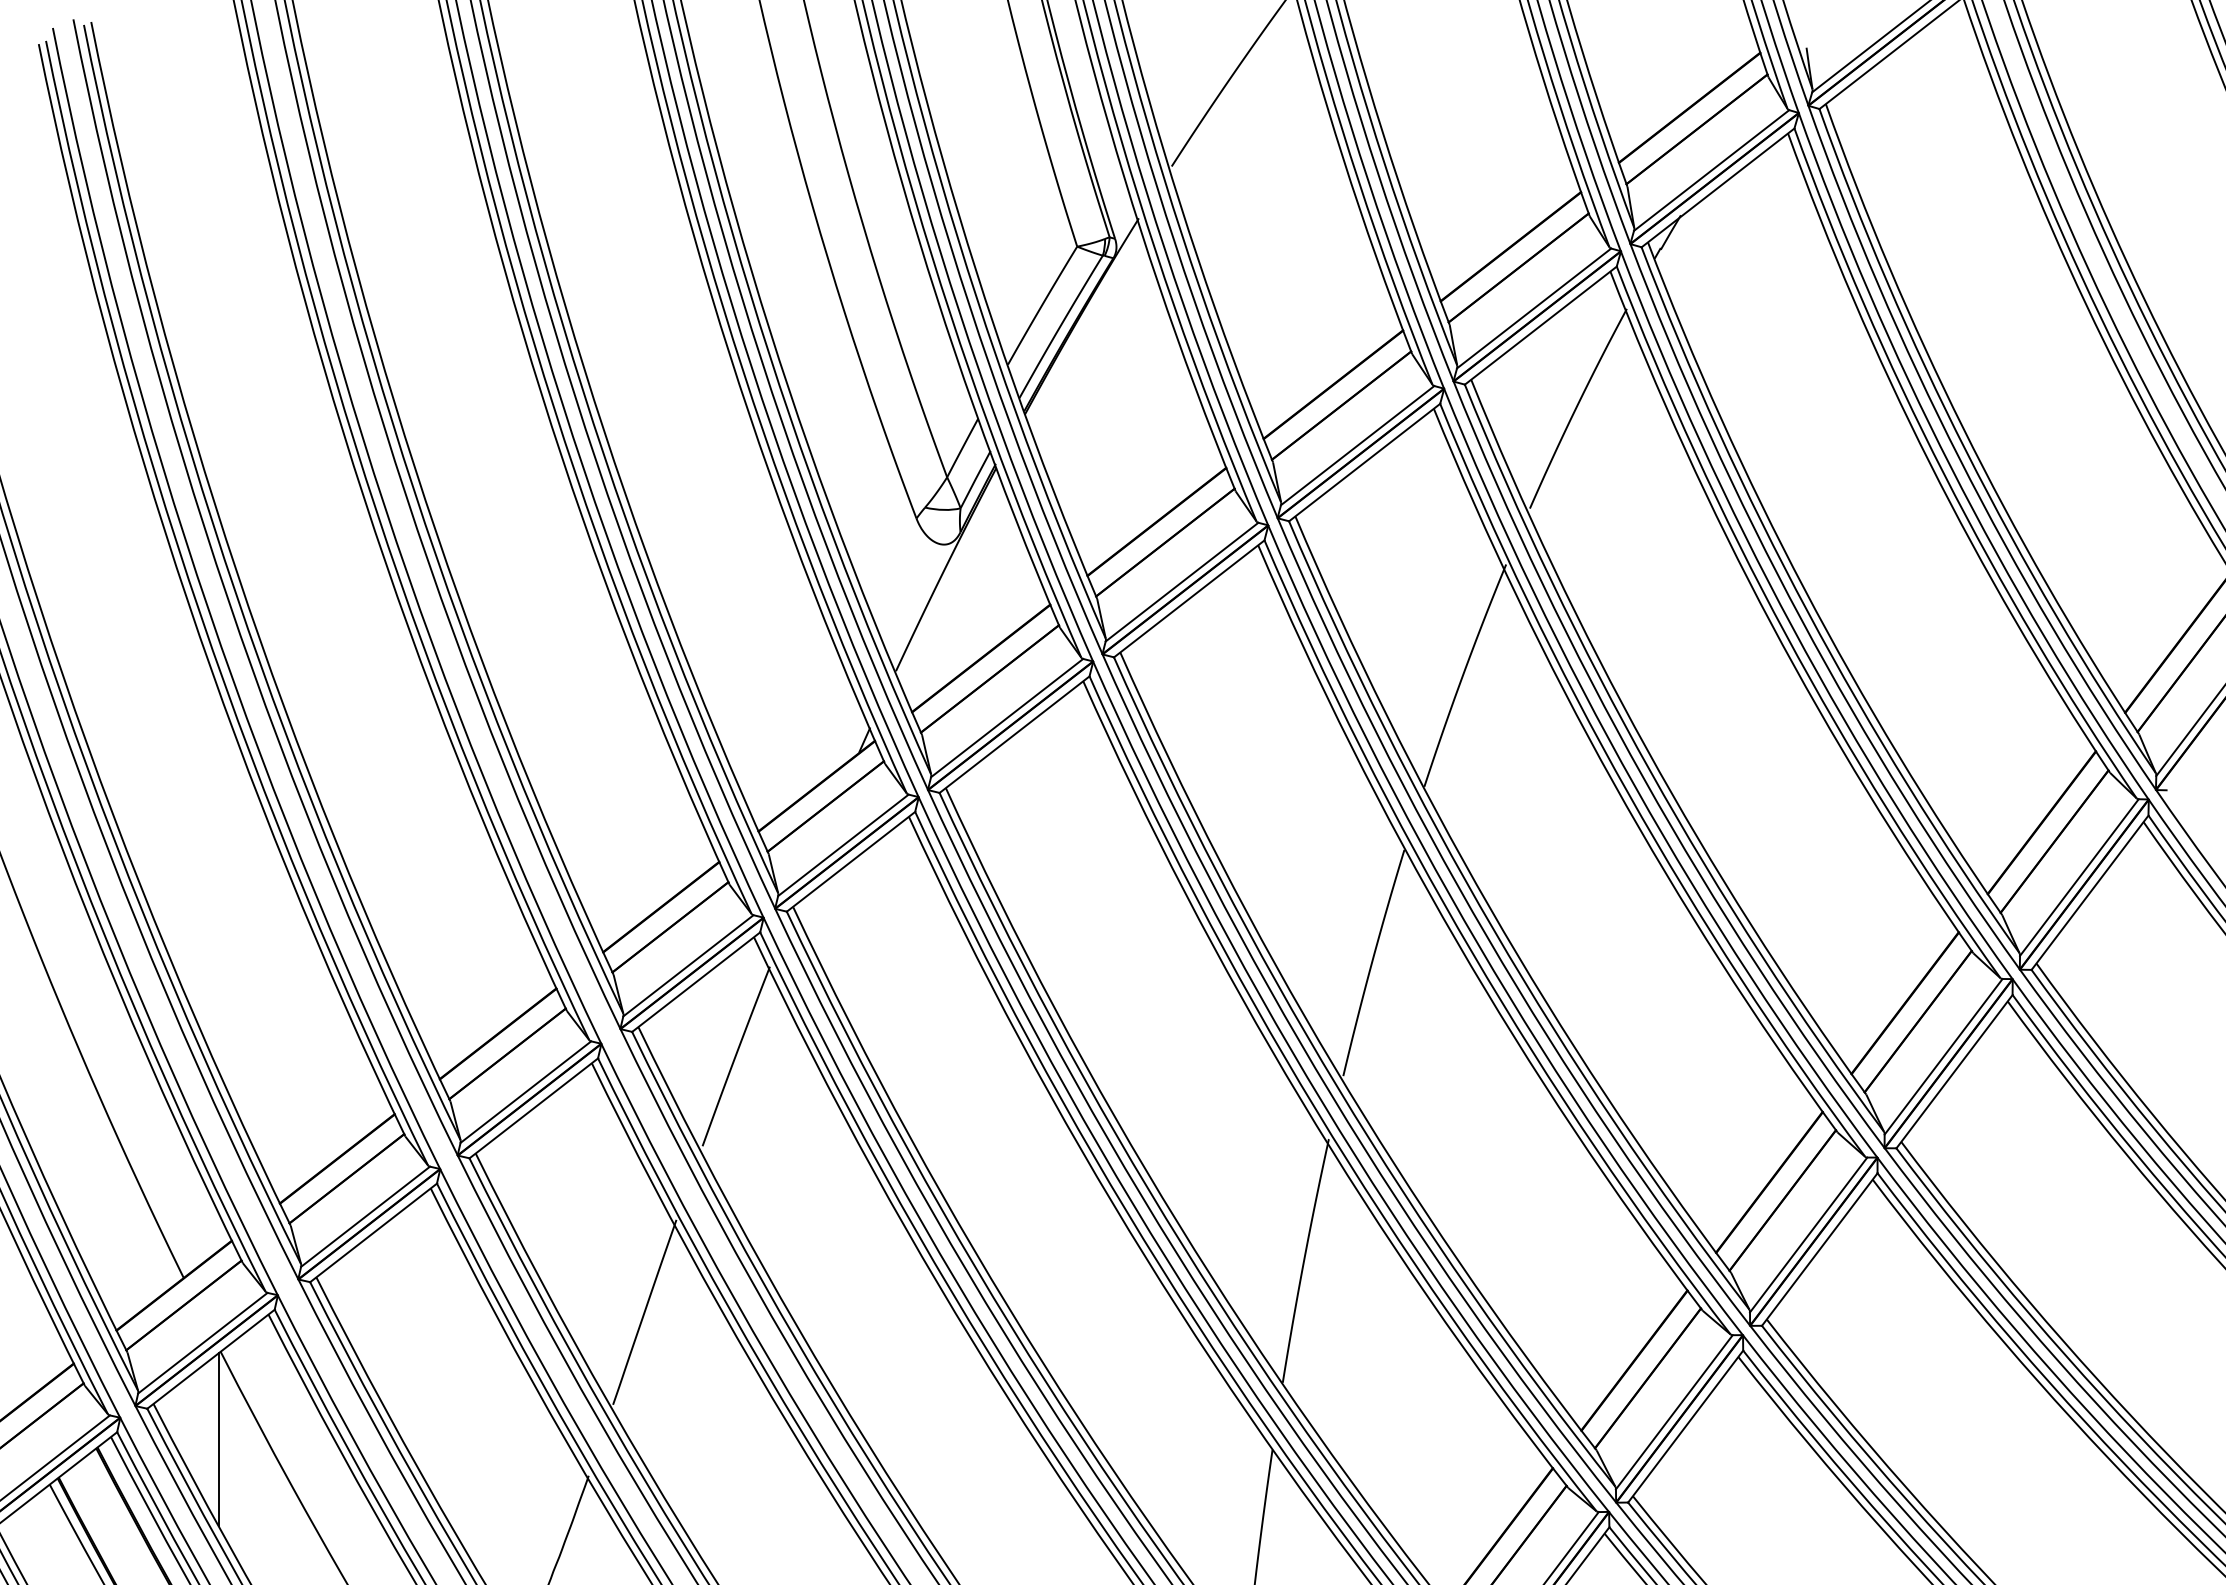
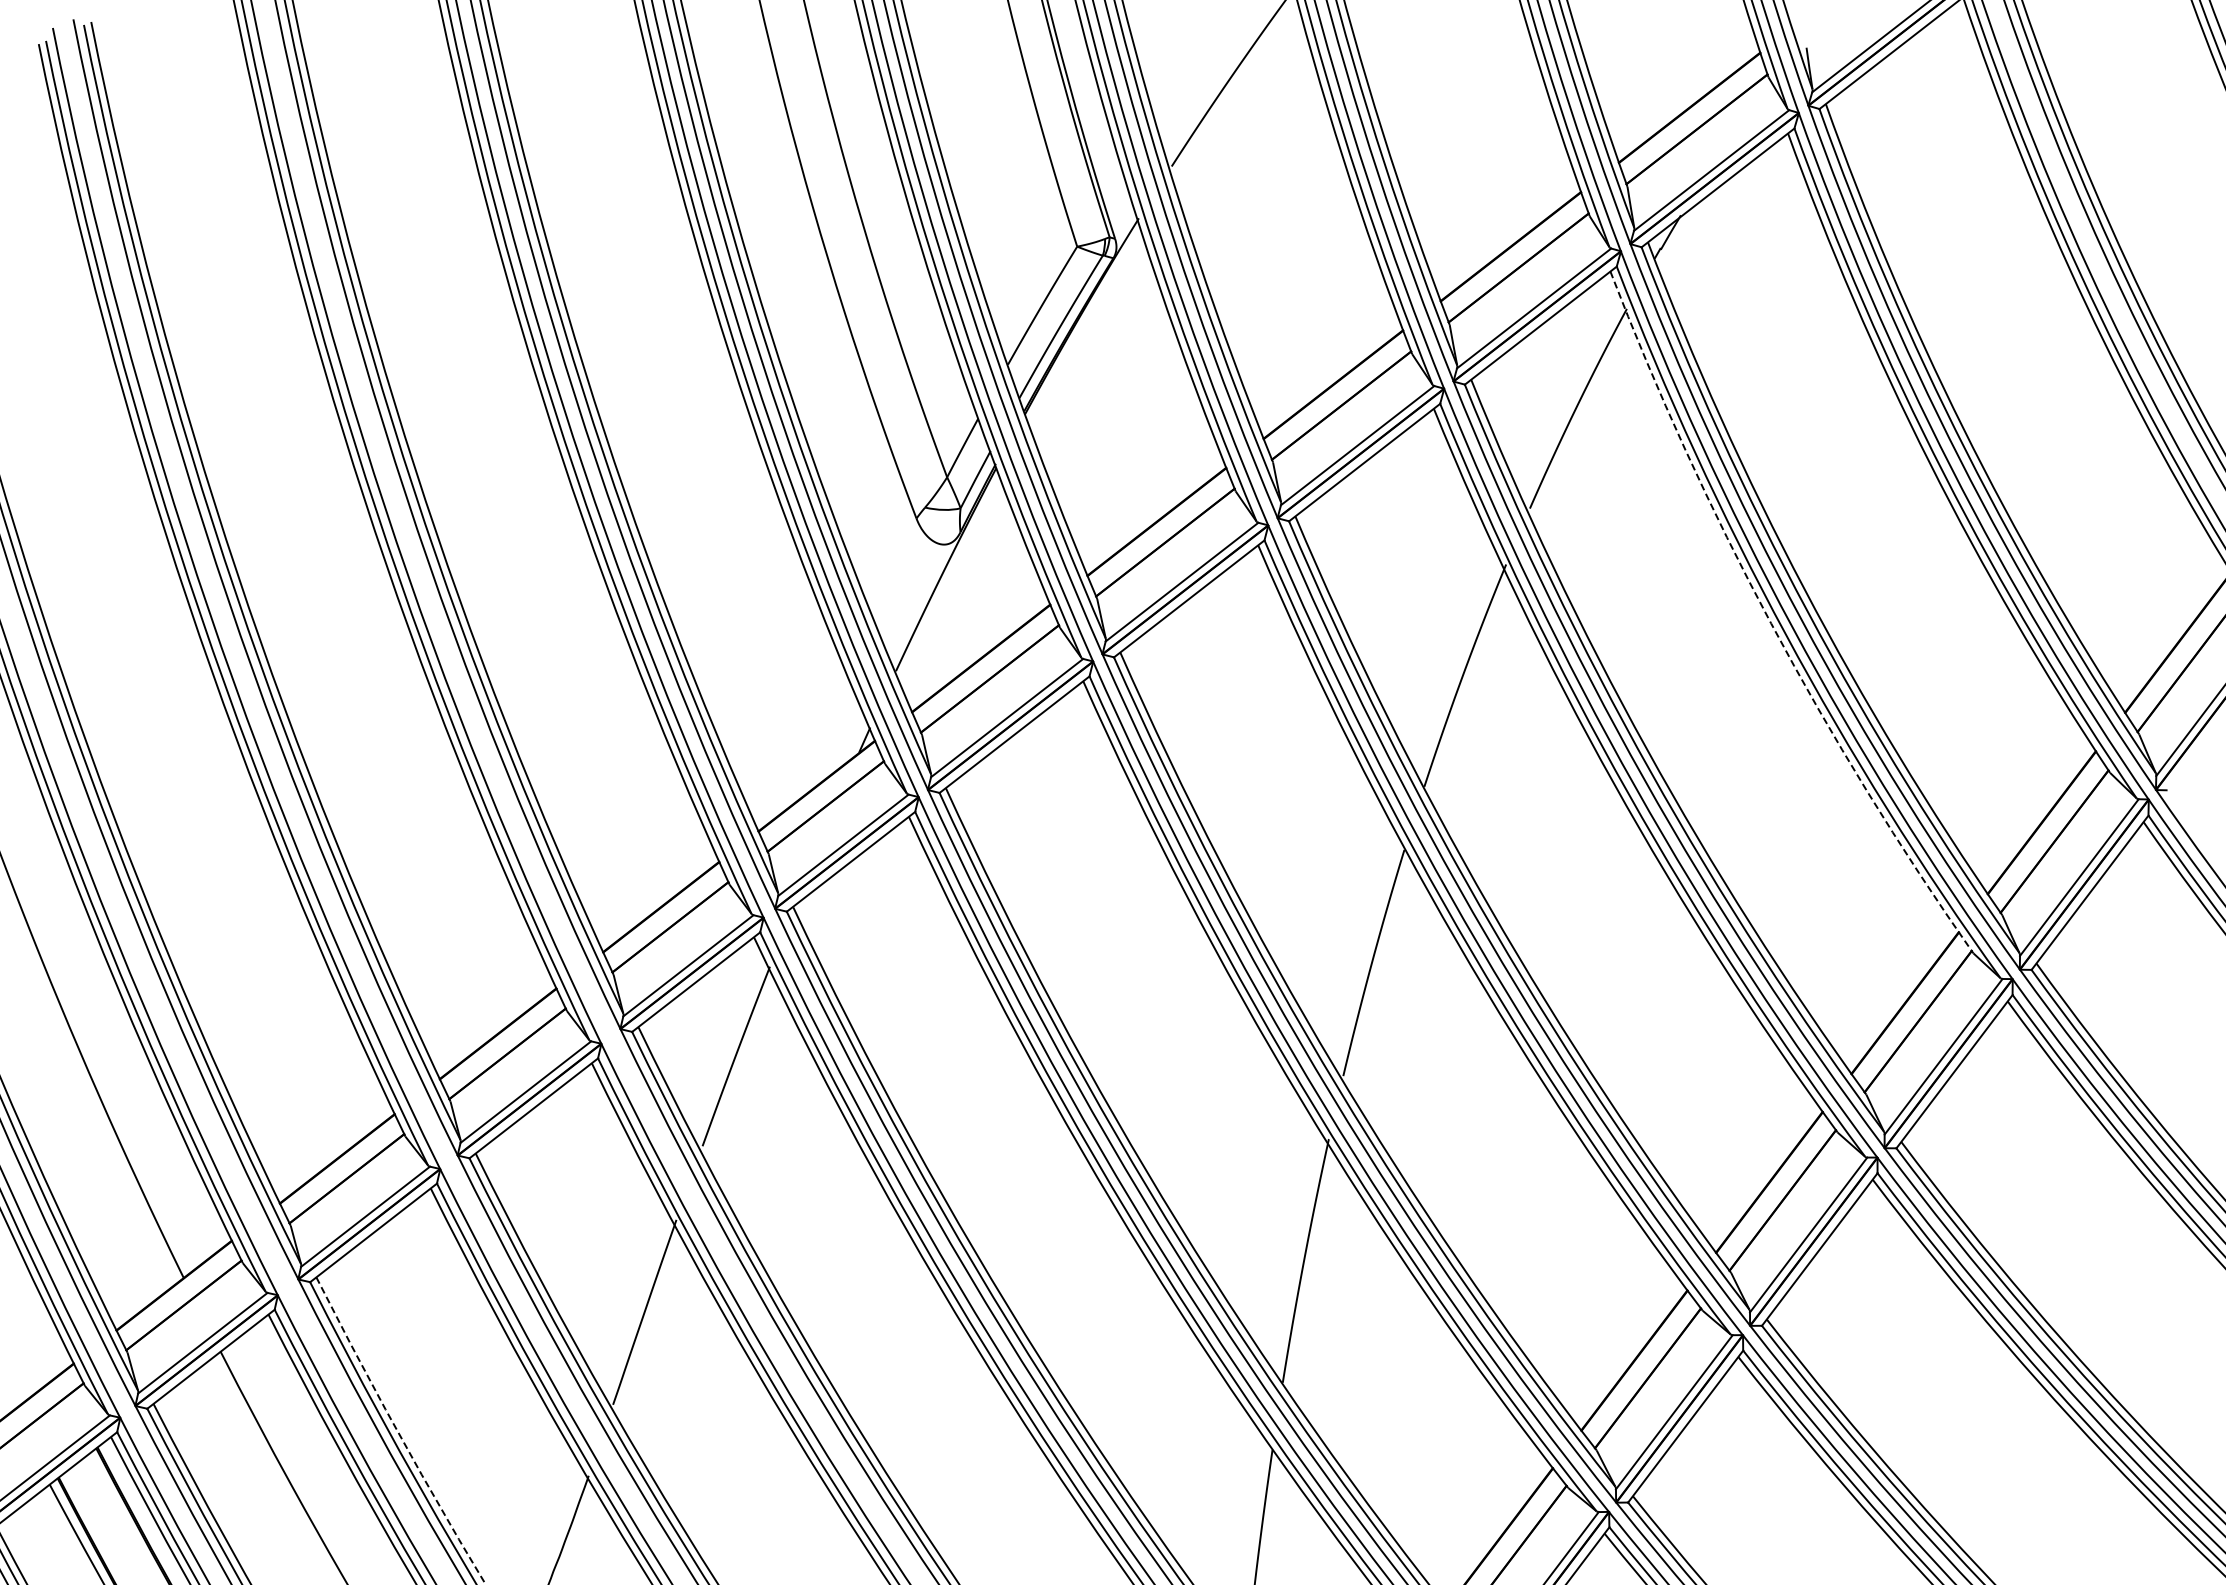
arc at (1771, 623): solid -> dashed
arc at (398, 1433): solid -> dashed
line at (218, 1439): present -> none
